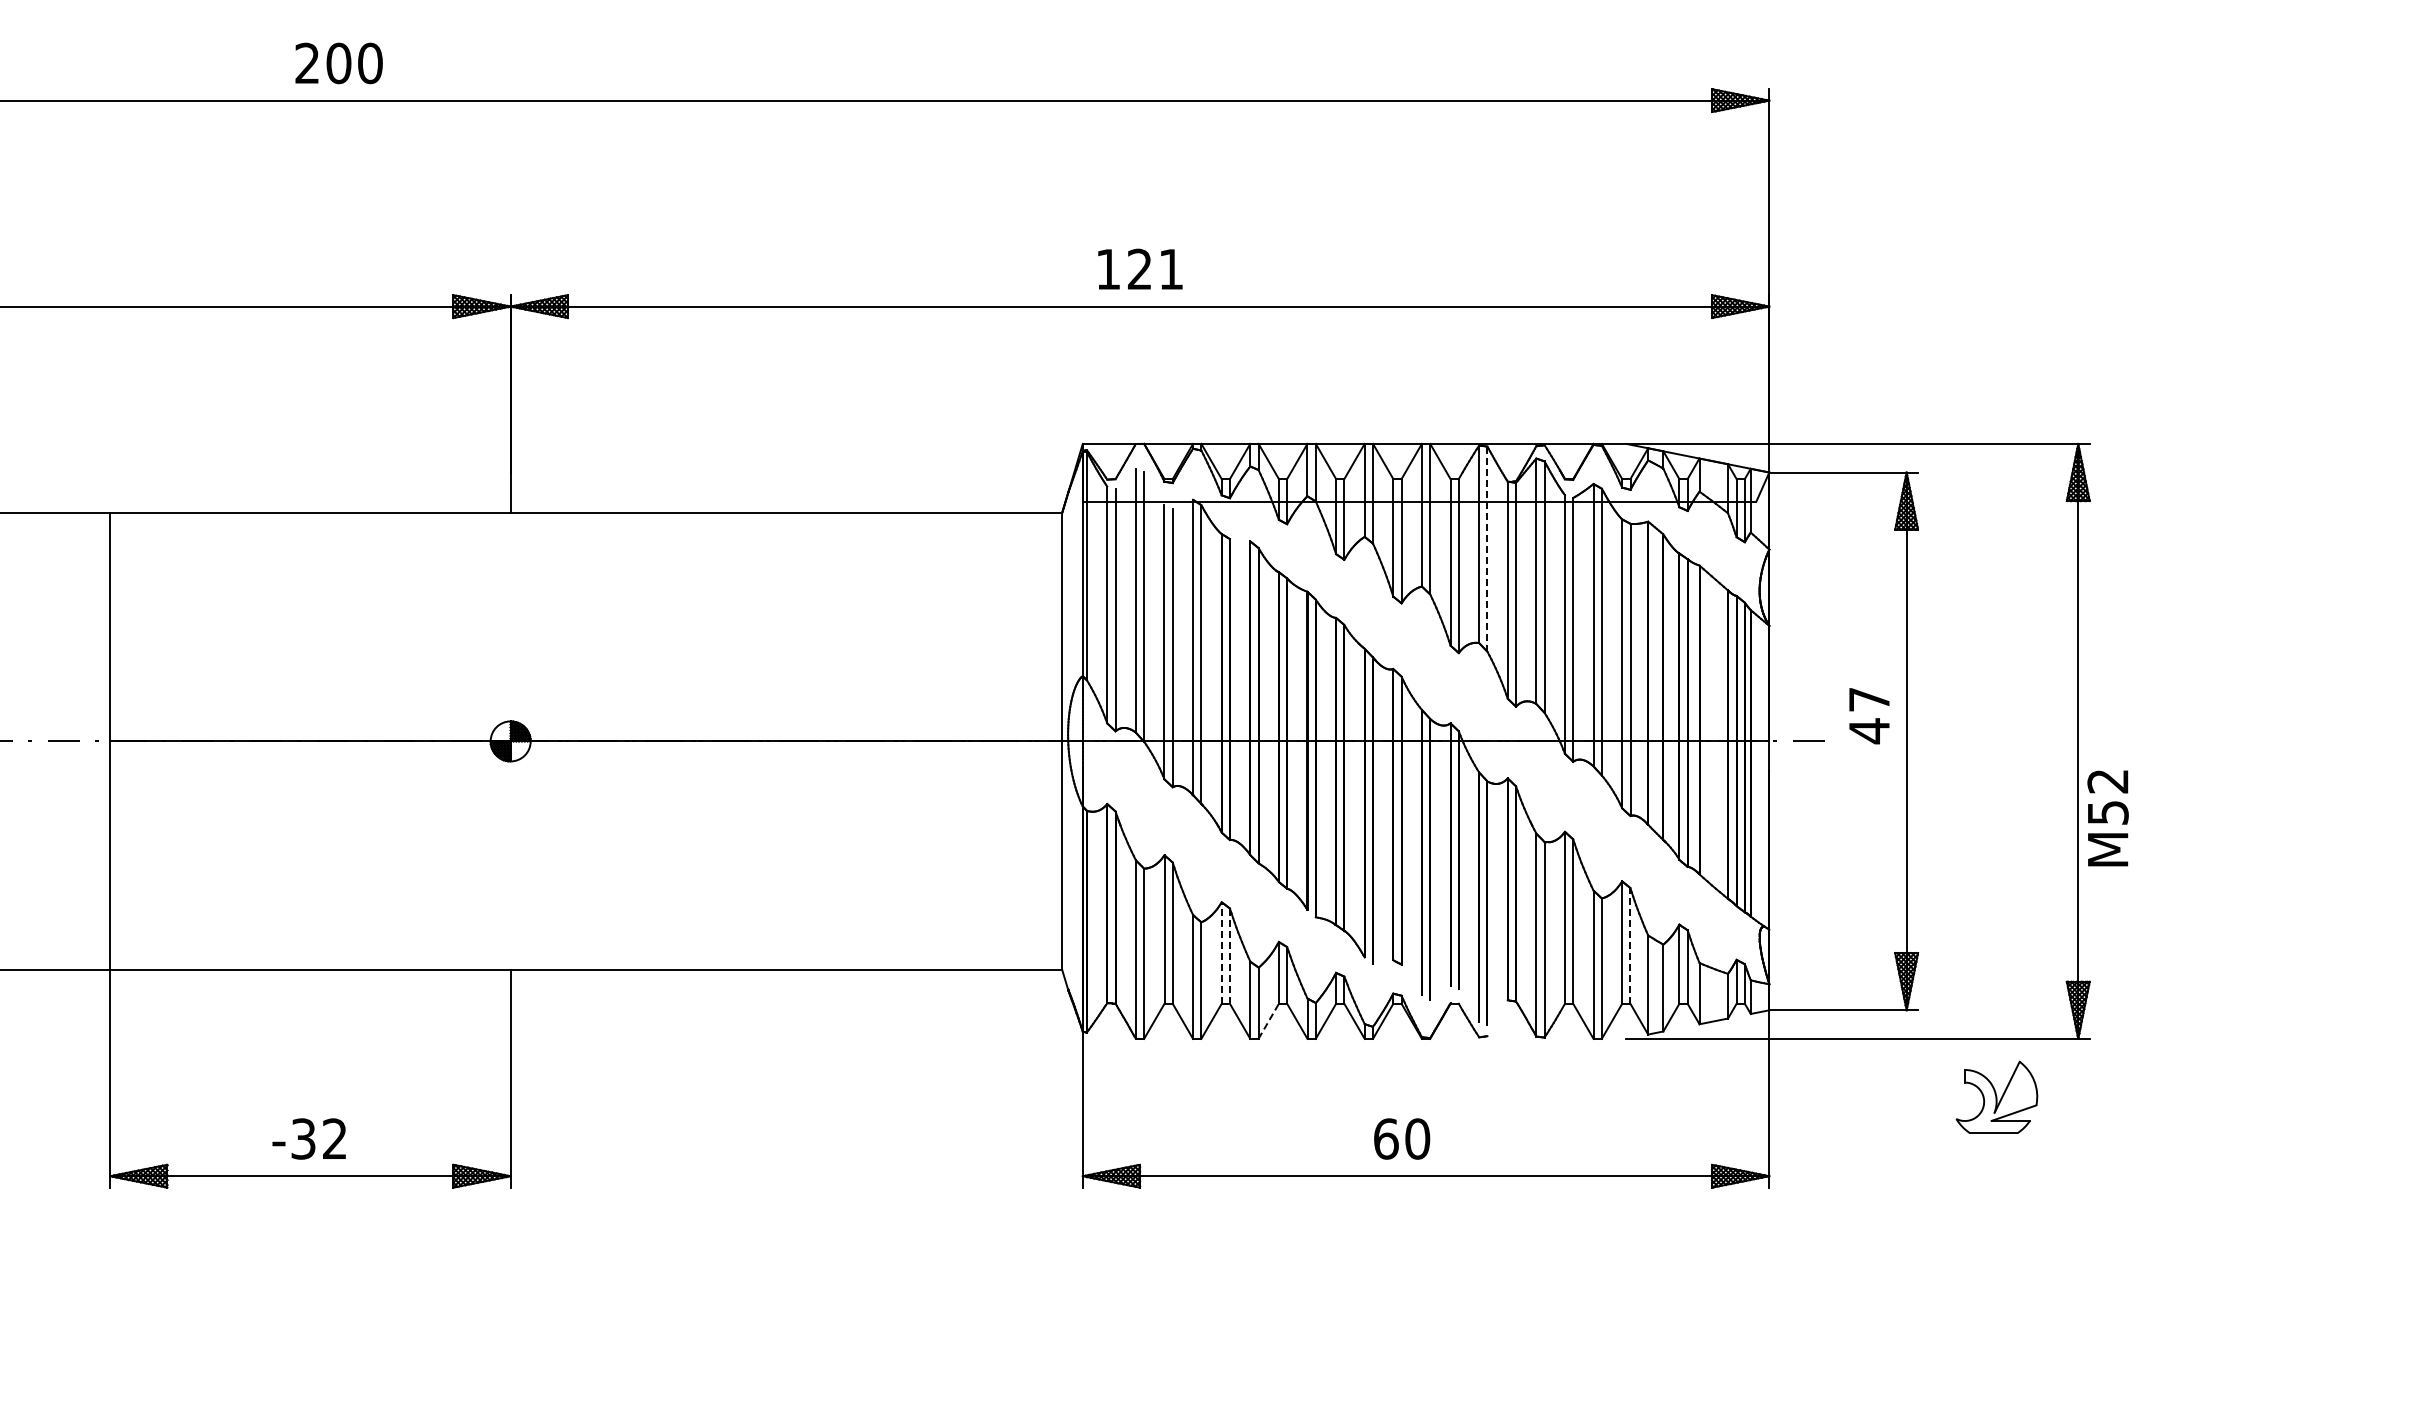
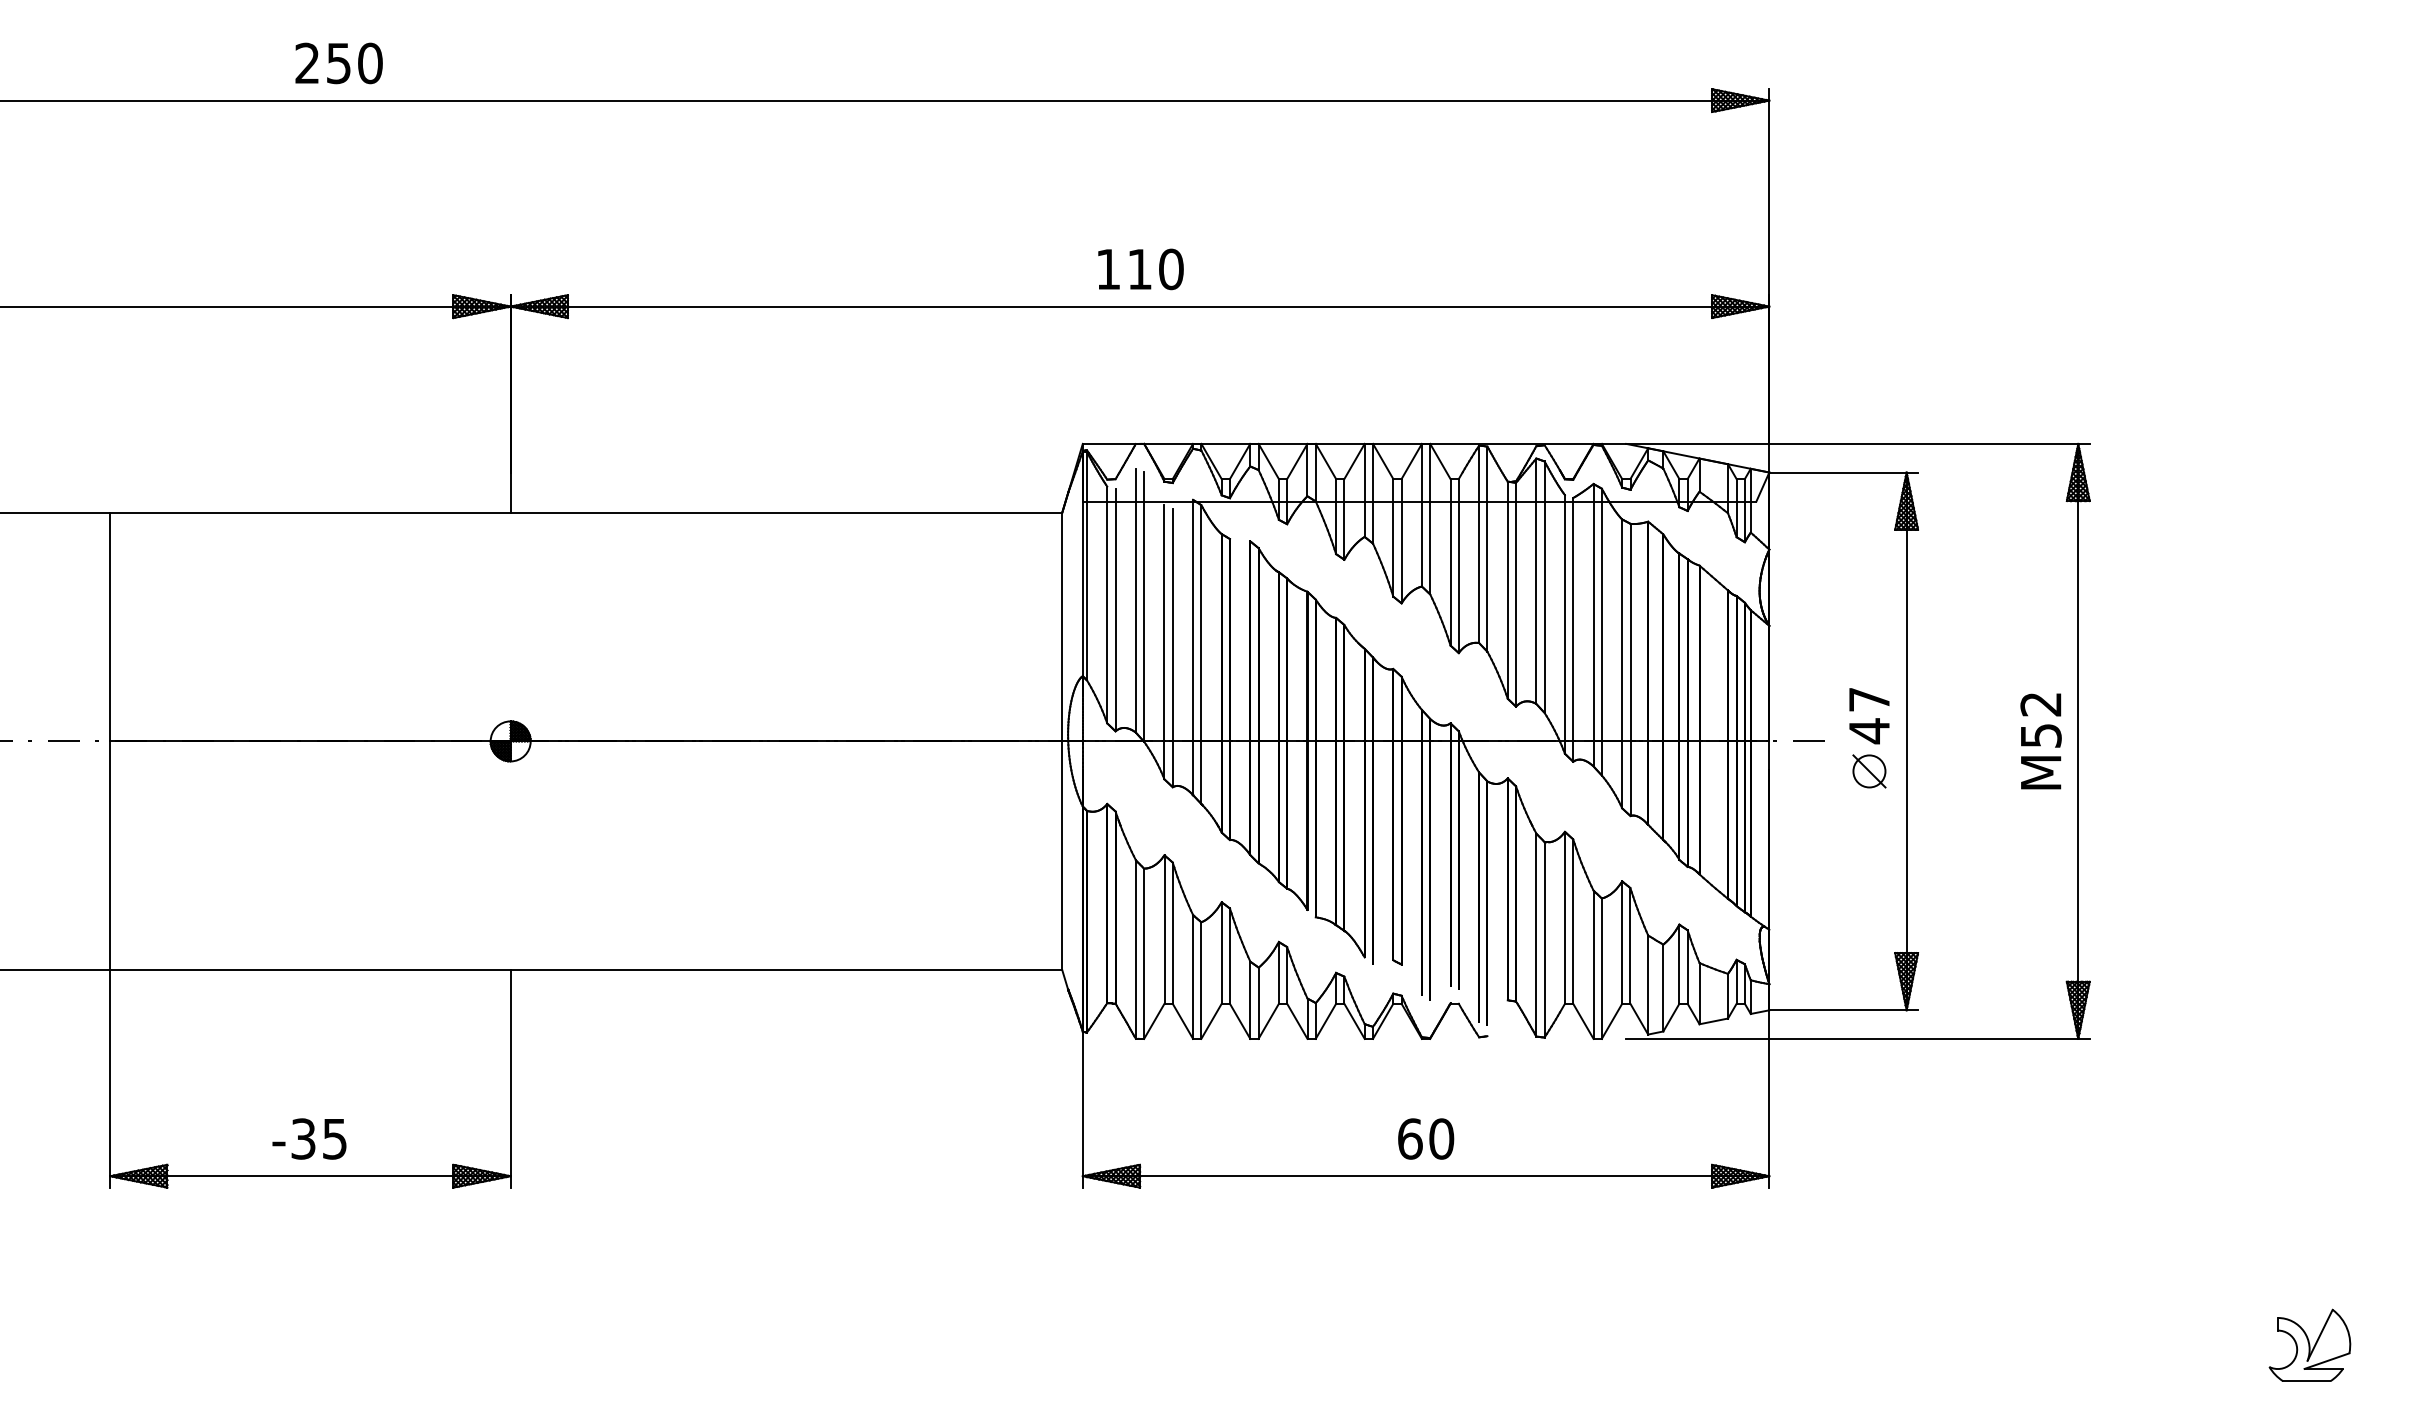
text at (338, 63): 200 -> 250
text at (1155, 269): 121 -> 110
line at (1487, 549): dashed -> solid
part at (1869, 771): none -> present
text at (2107, 818) position: (2107, 818) -> (2040, 741)
line at (1630, 945): dashed -> solid
line at (1221, 953): dashed -> solid
line at (1229, 956): dashed -> solid
line at (1268, 1020): dashed -> solid
part at (1996, 1096) position: (1996, 1096) -> (2309, 1344)
text at (334, 1138): -32 -> -35
text at (1402, 1138) position: (1402, 1138) -> (1426, 1138)
